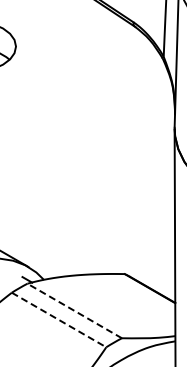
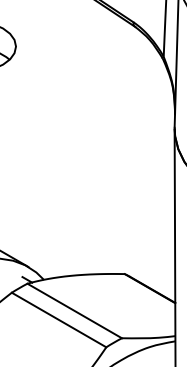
line at (74, 310): dashed -> solid
line at (59, 320): dashed -> solid
